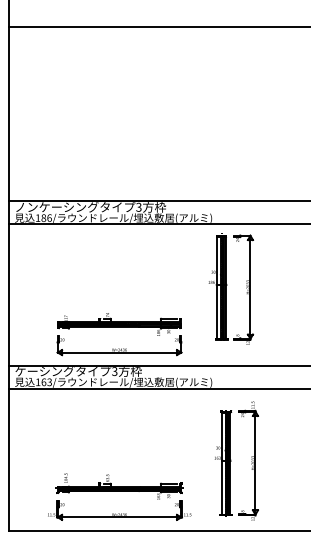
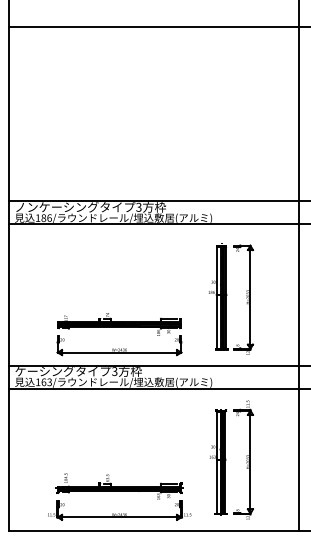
line at (298, 266): none -> present
part at (231, 288) position: (231, 288) -> (231, 298)
part at (236, 460) position: (236, 460) -> (231, 459)
